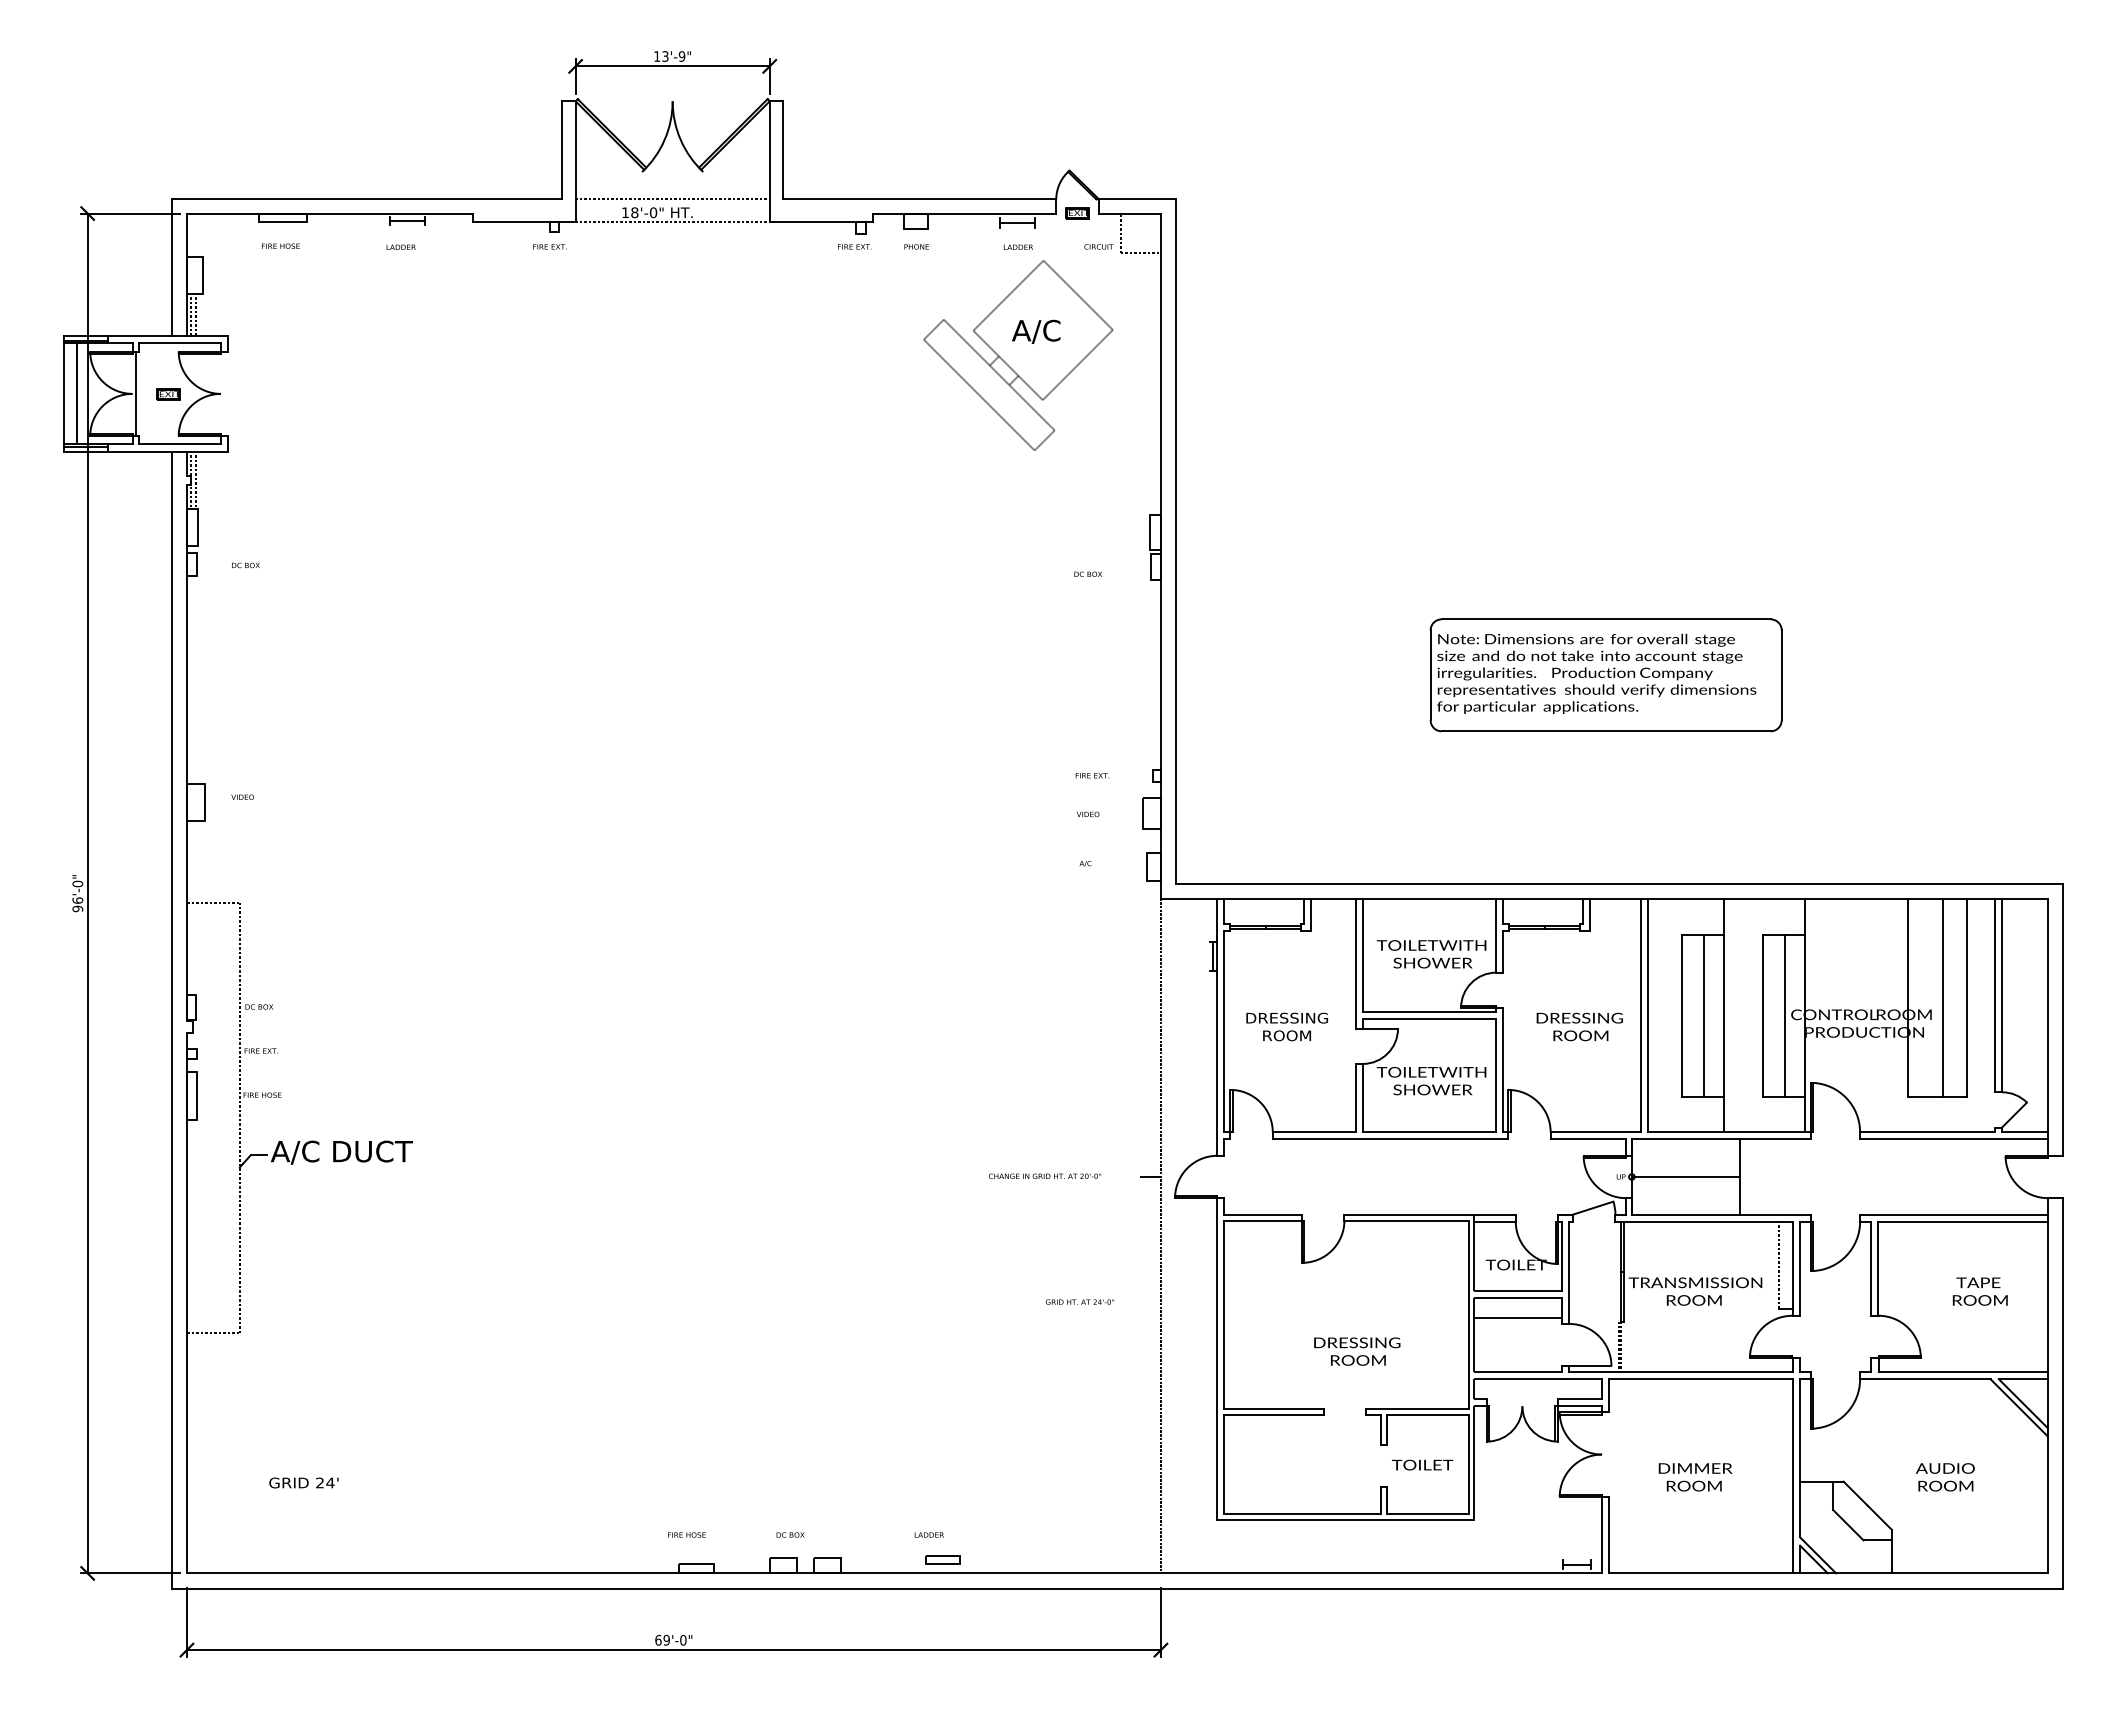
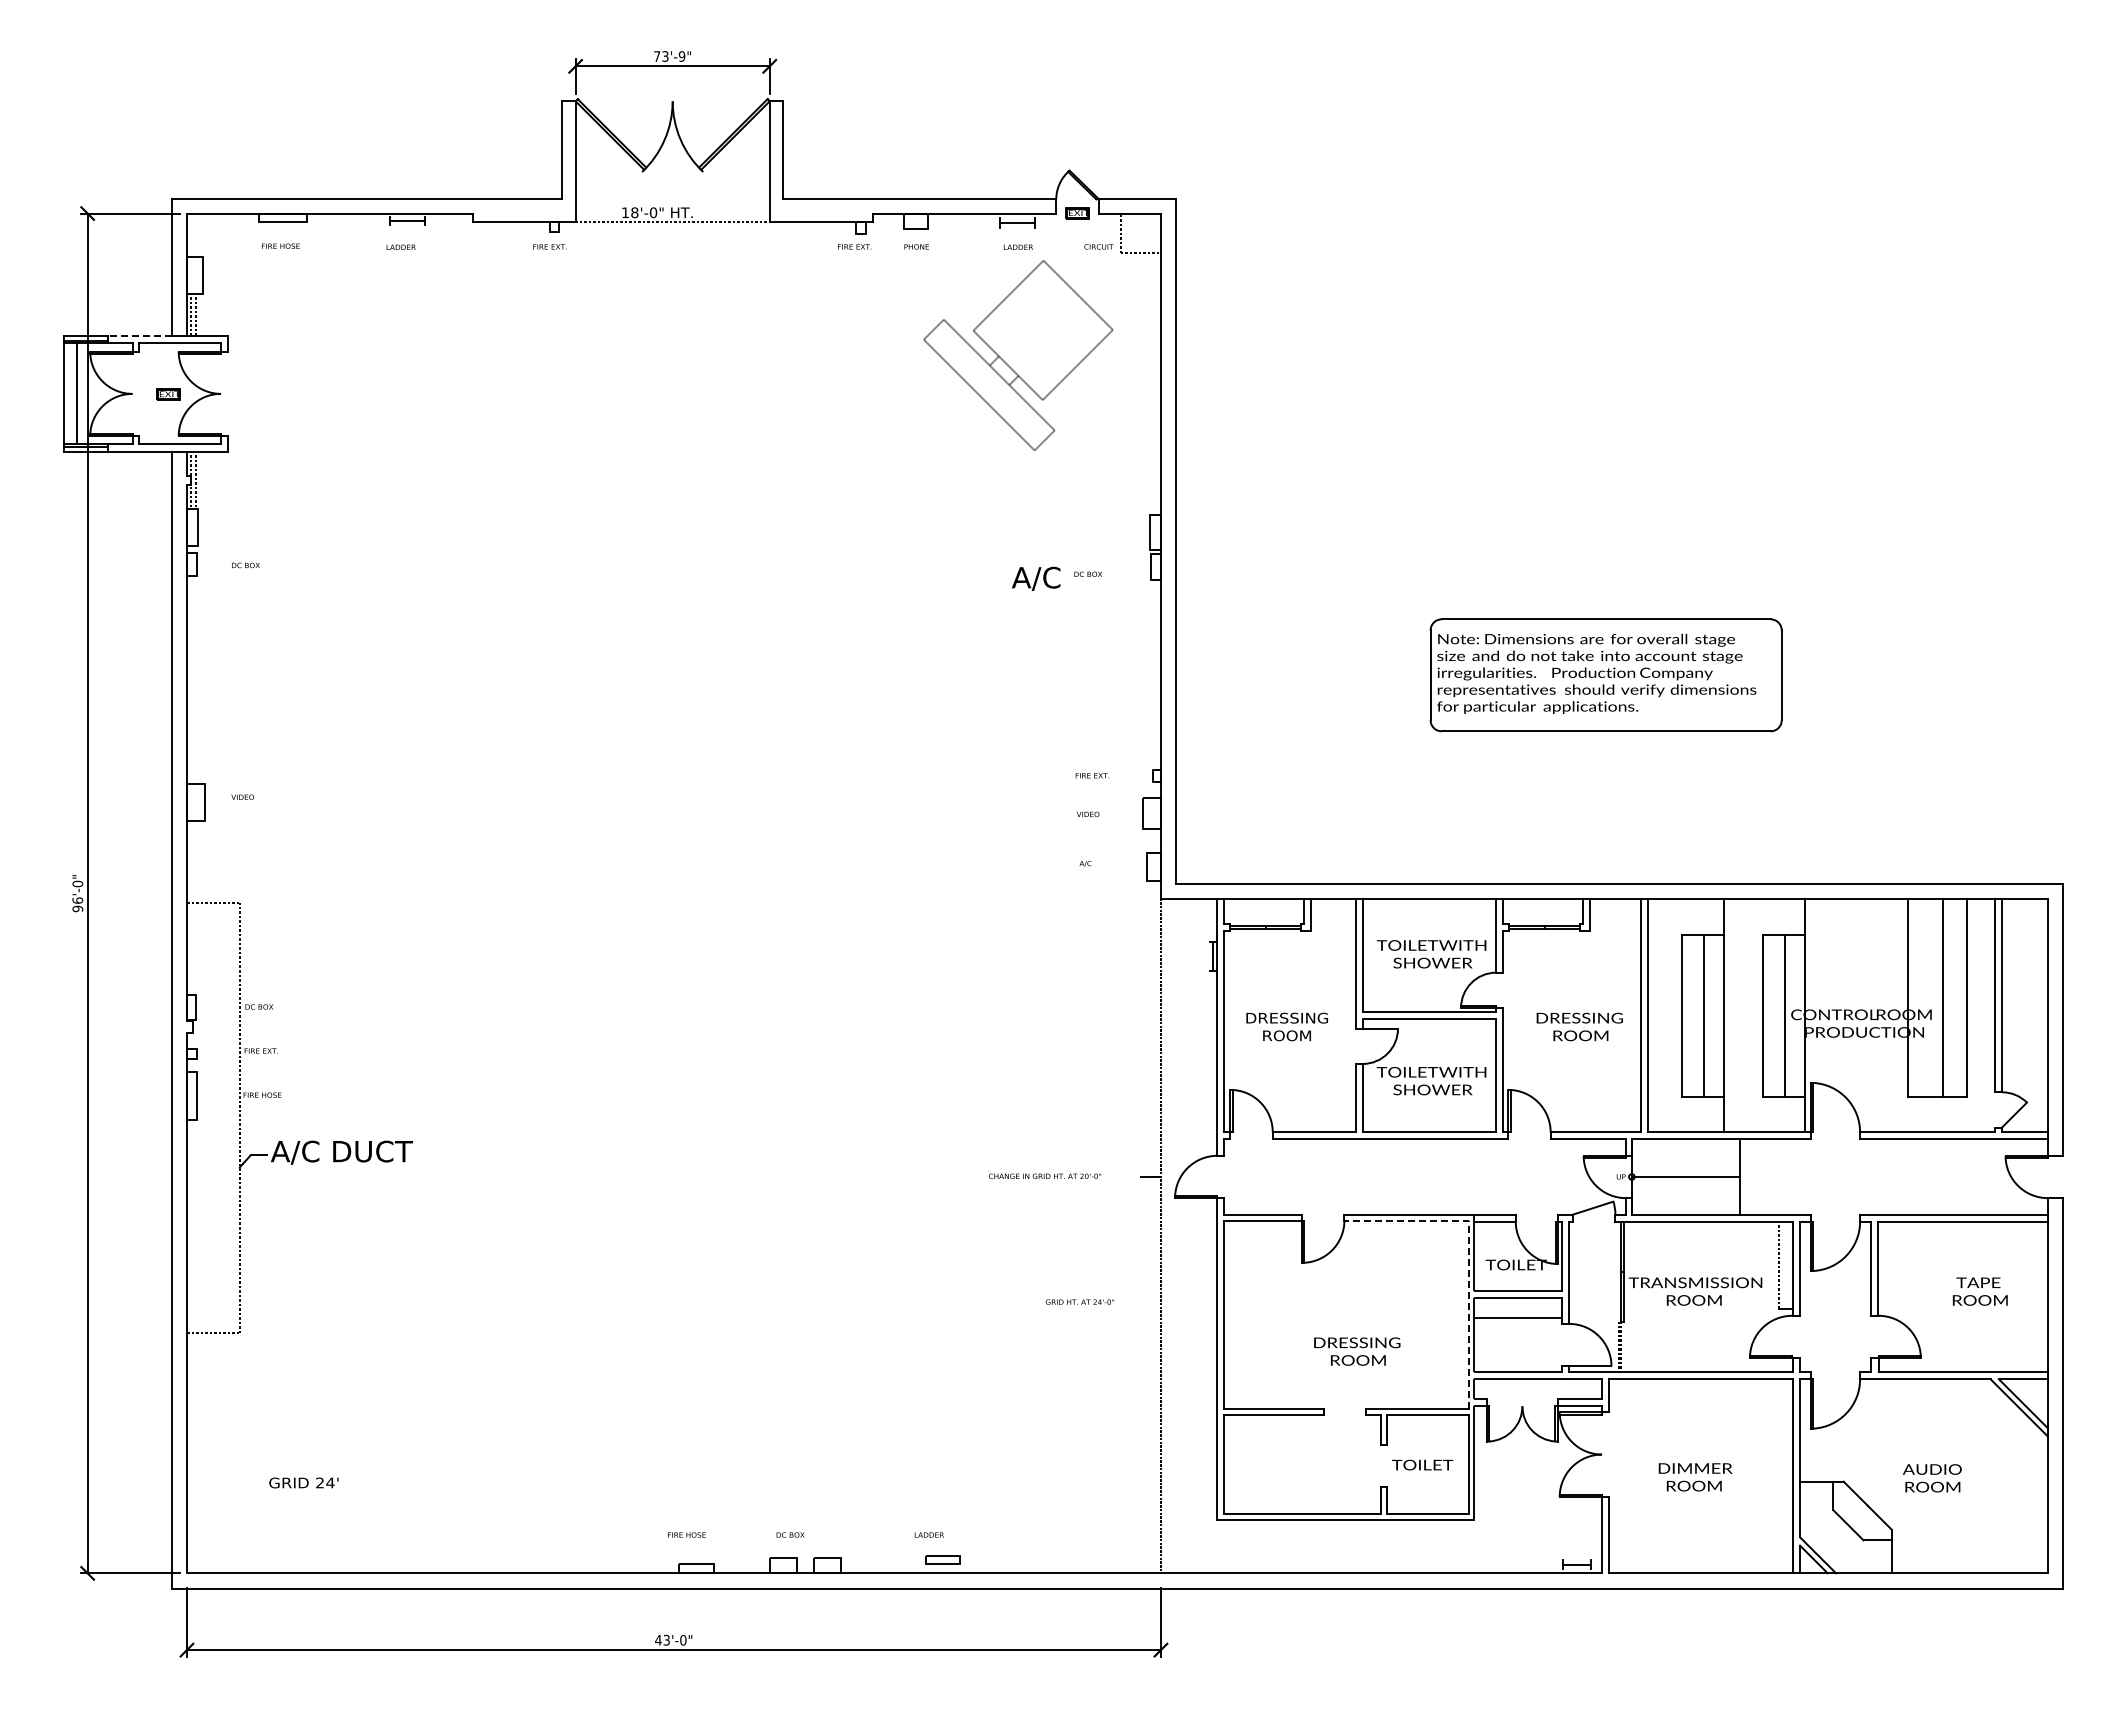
text at (657, 56): 13'-9" -> 73'-9"
line at (672, 199): present -> none
text at (1036, 331) position: (1036, 331) -> (1036, 578)
line at (139, 335): solid -> dashed
line at (136, 393): present -> none
line at (1468, 1251): solid -> dashed
text at (1945, 1477) position: (1945, 1477) -> (1932, 1478)
text at (662, 1639): 69'-0" -> 43'-0"
